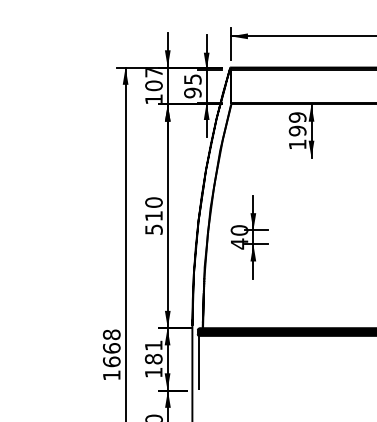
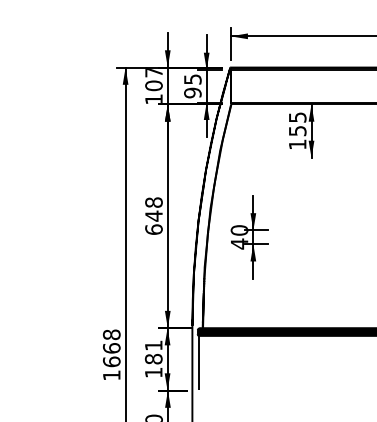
text at (297, 124): 199 -> 155
text at (153, 215): 510 -> 648
